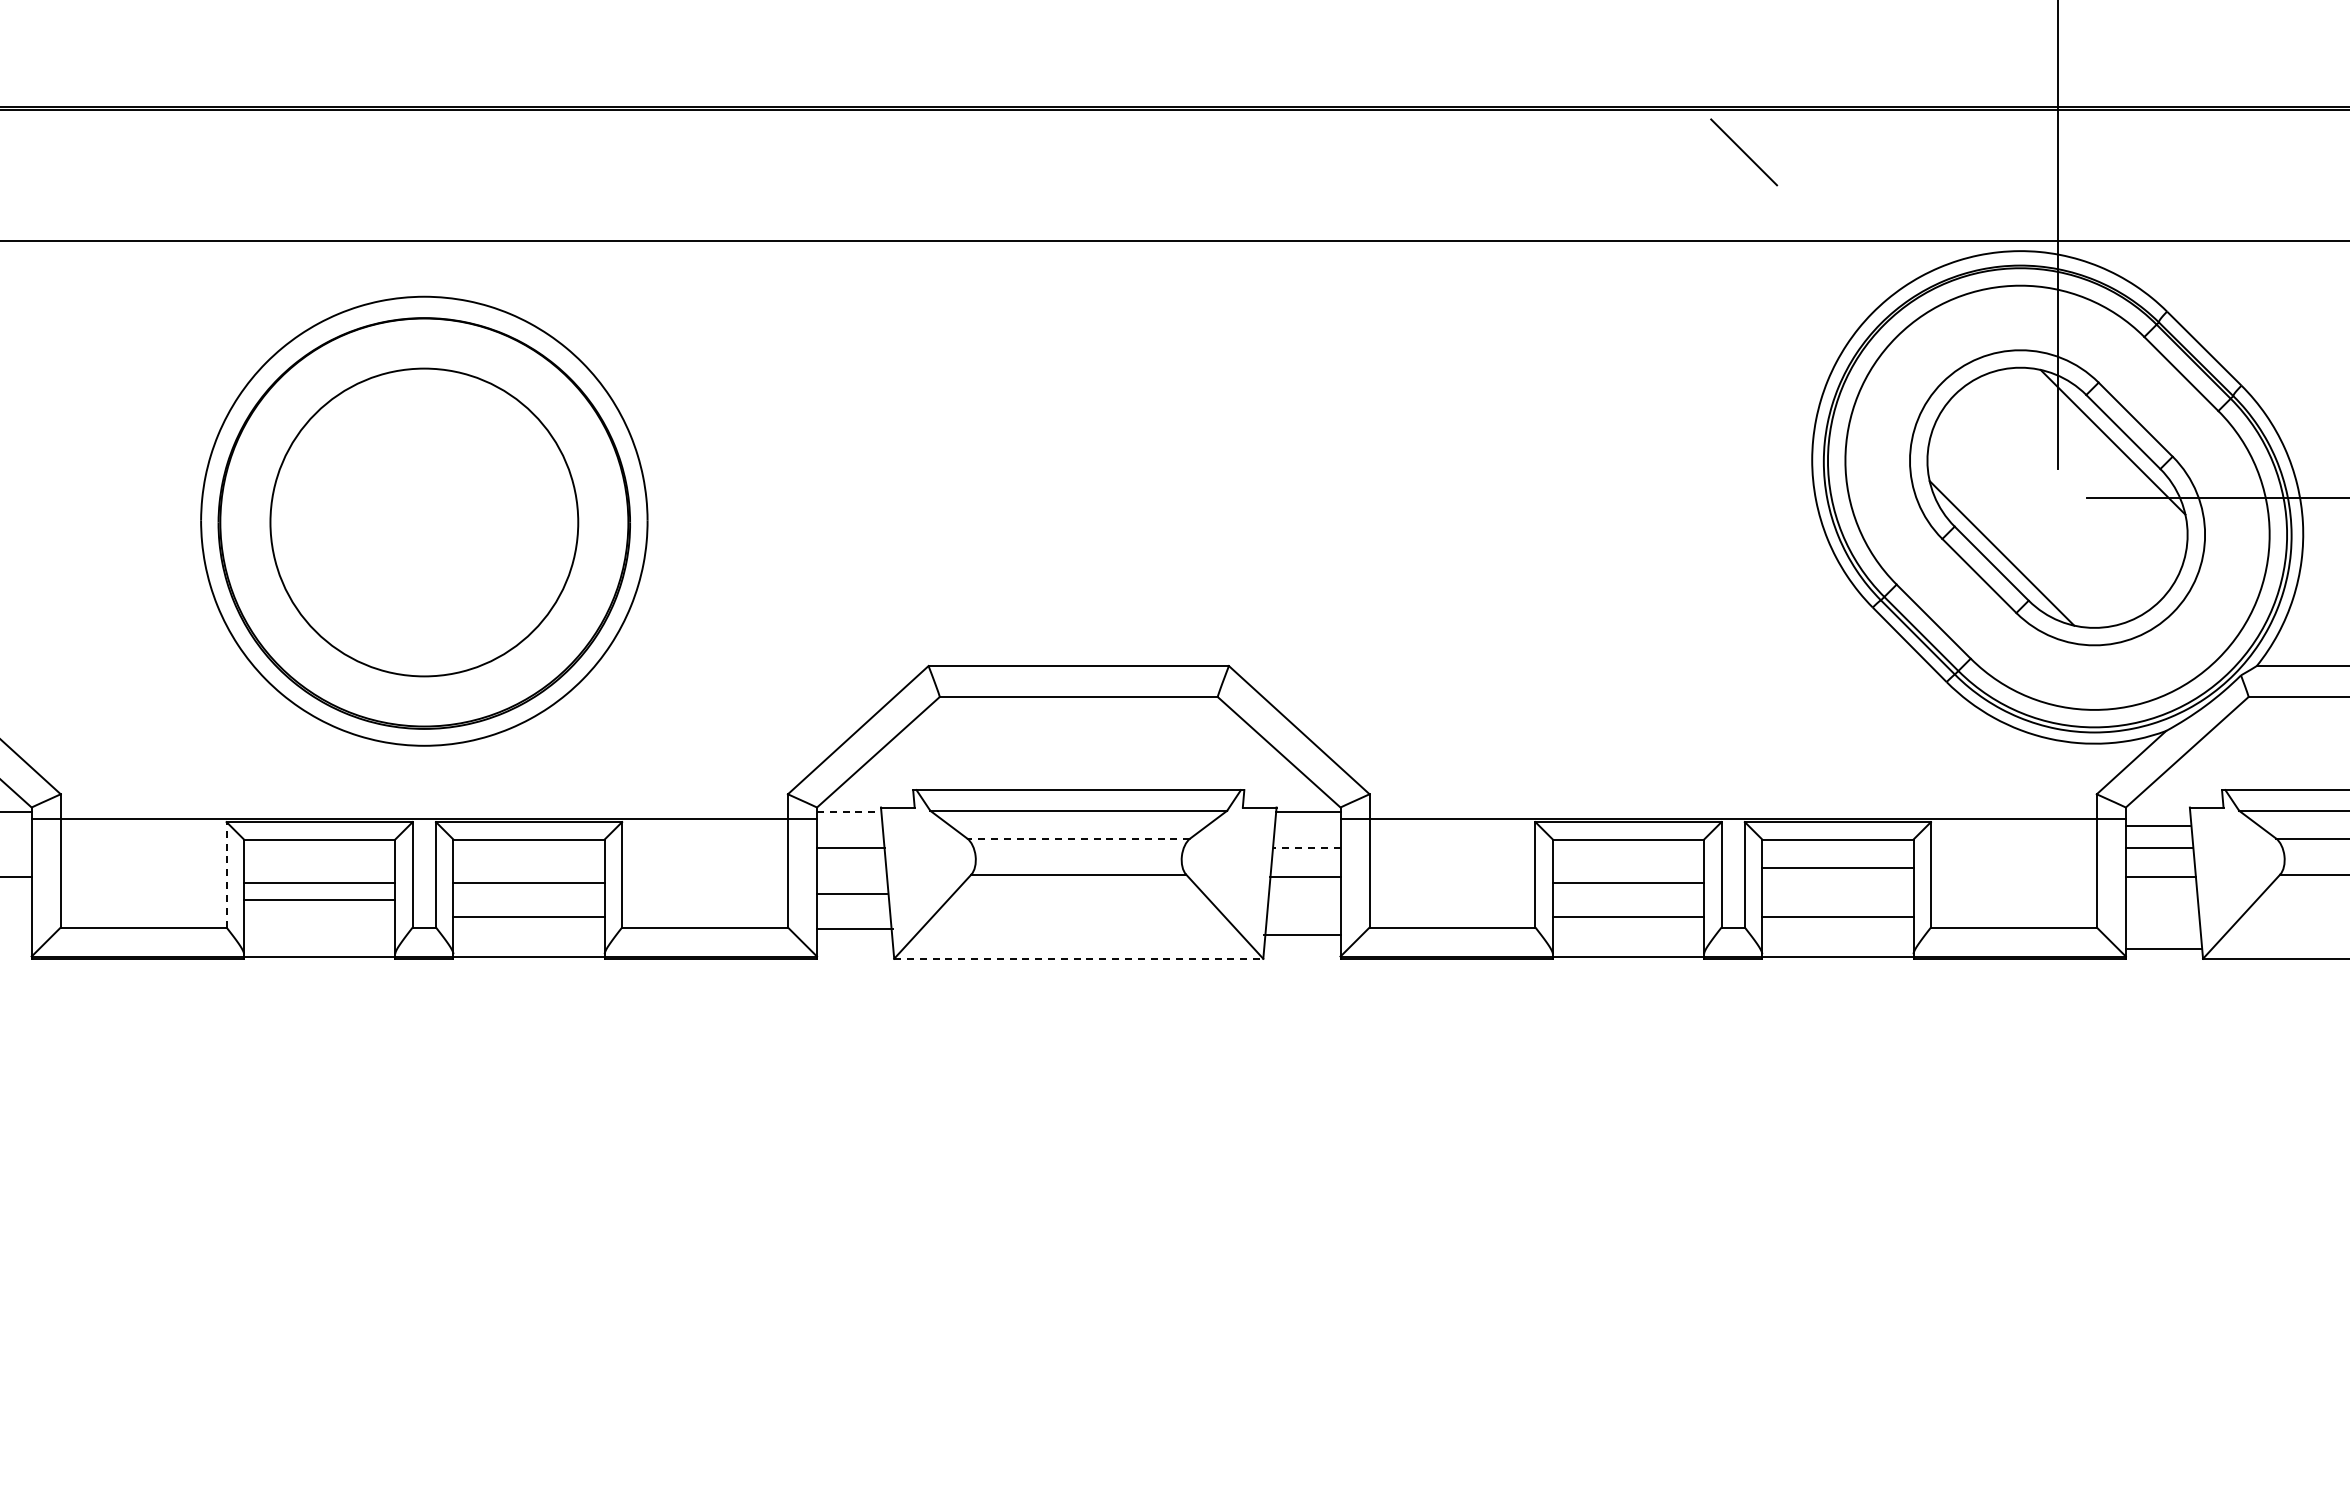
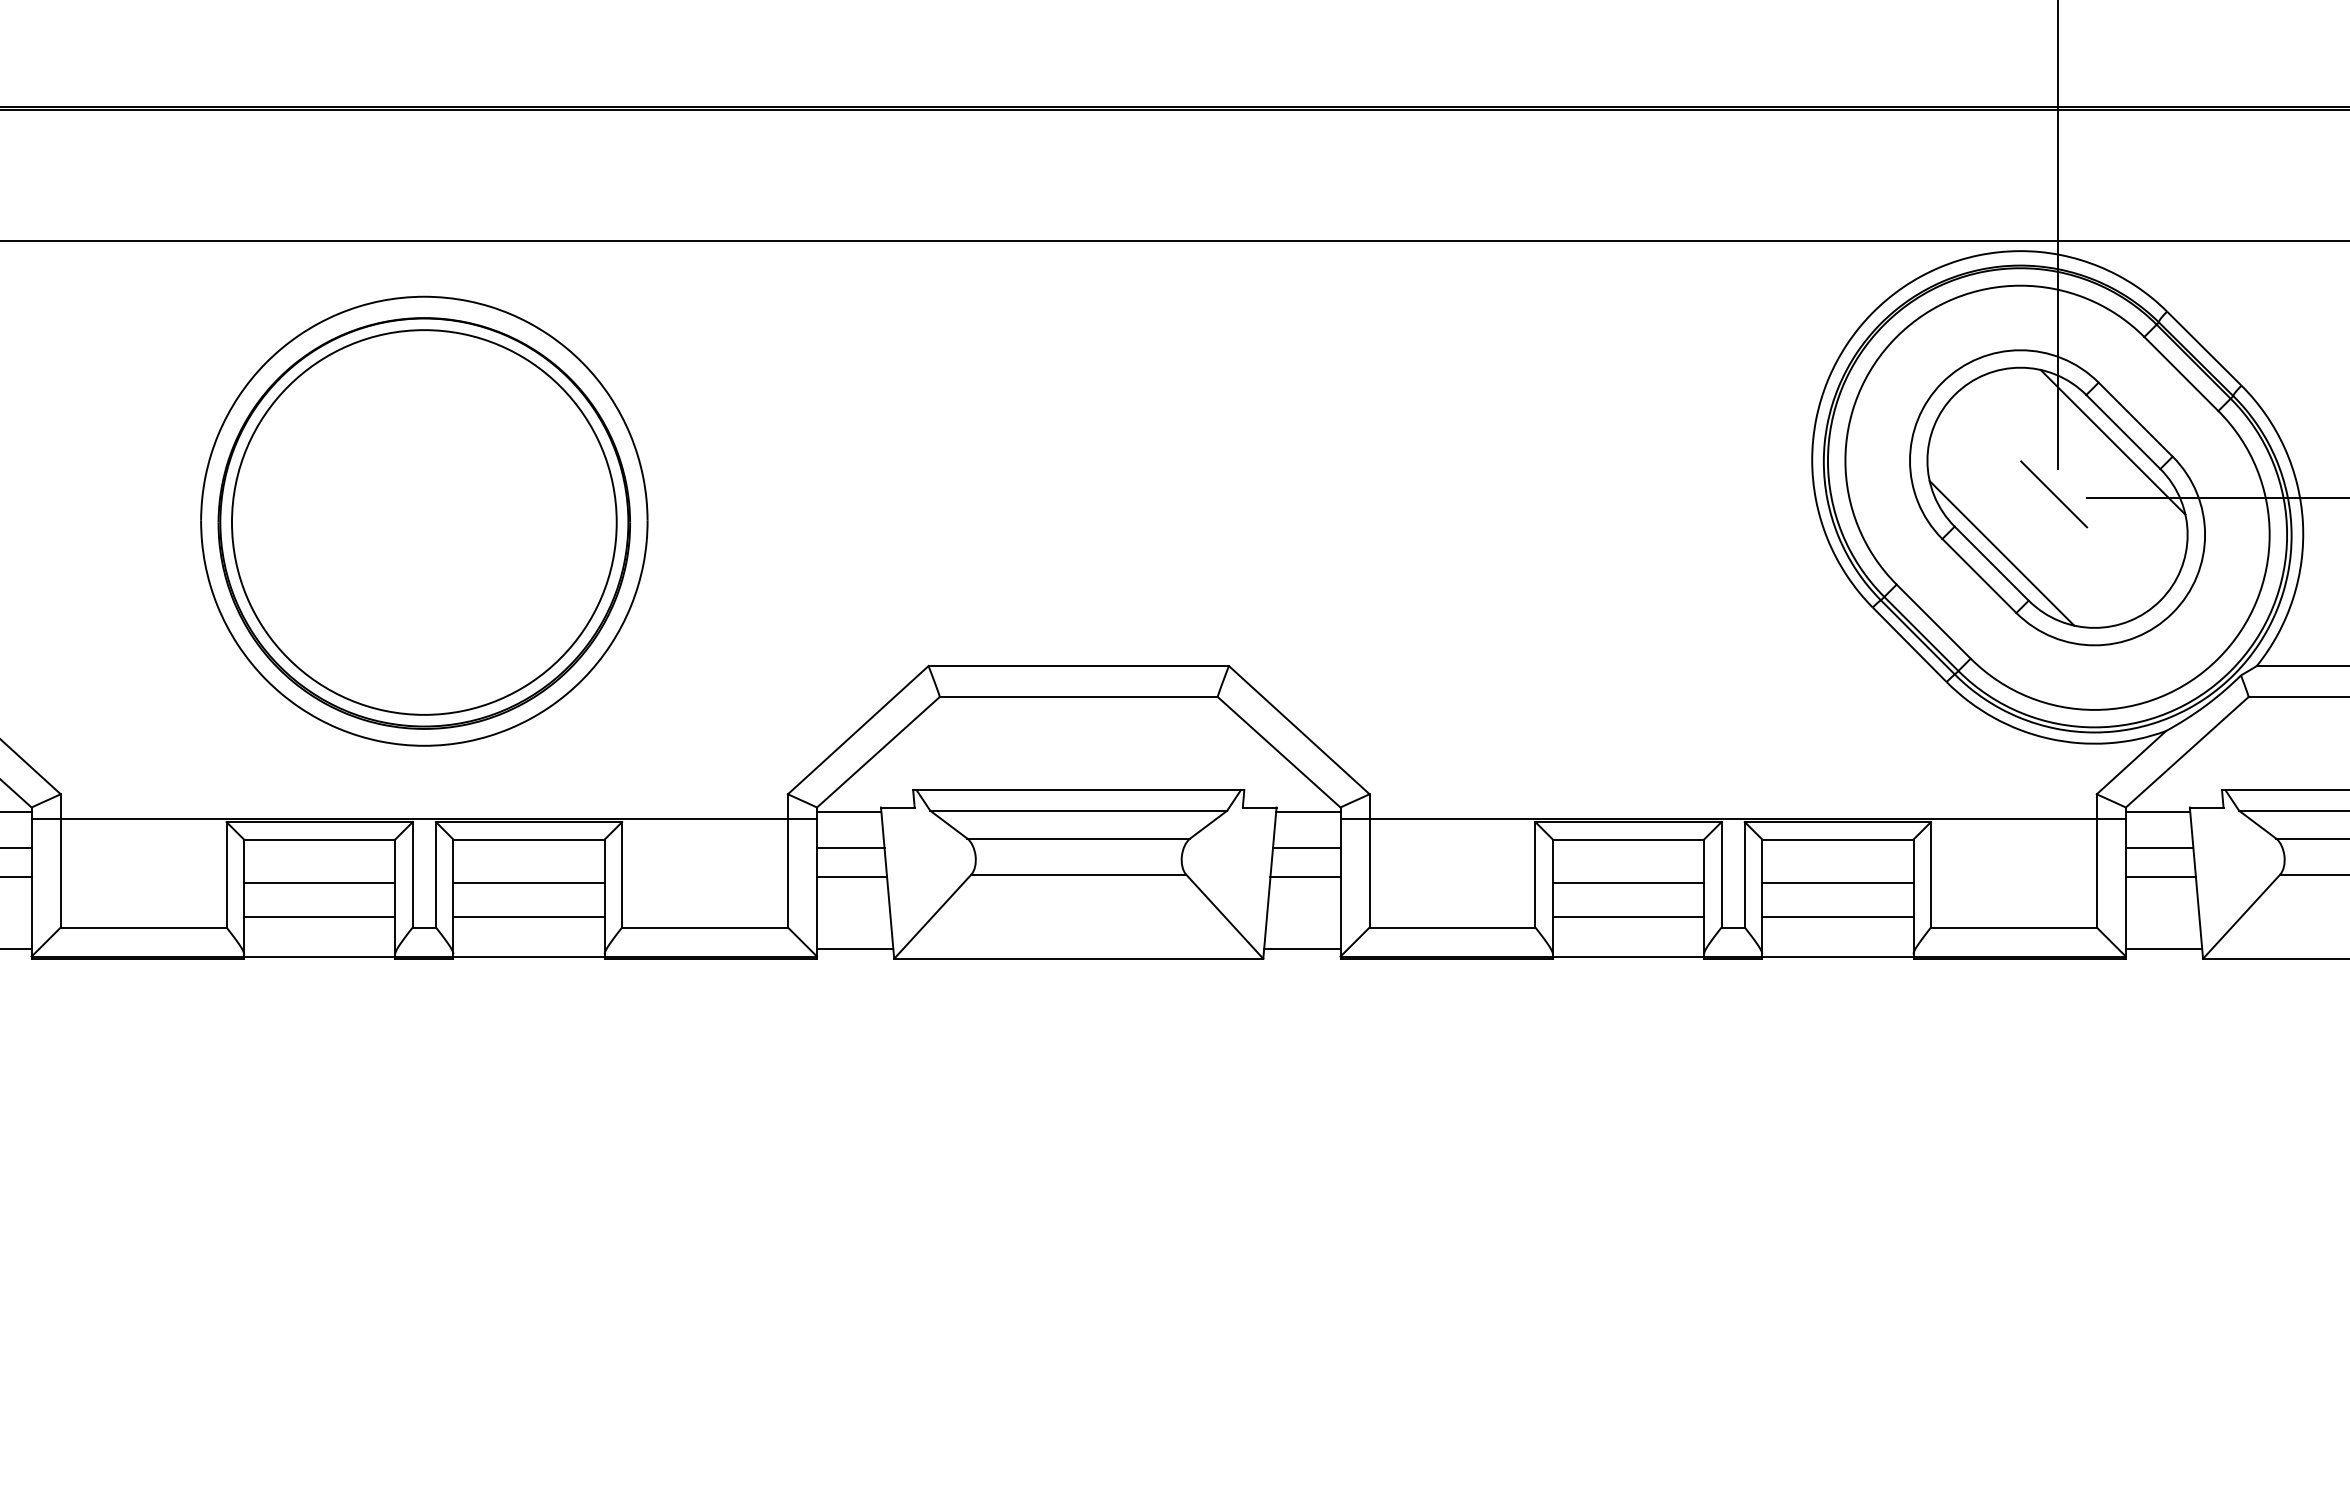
line at (1744, 152) position: (1744, 152) -> (2054, 494)
circle at (424, 522) diameter: 308 px -> 385 px
line at (849, 811): dashed -> solid
line at (2157, 825) position: (2157, 825) -> (2157, 811)
line at (1078, 838): dashed -> solid
line at (16, 848): none -> present
line at (1306, 848): dashed -> solid
line at (1837, 868) position: (1837, 868) -> (1837, 883)
line at (226, 874): dashed -> solid
line at (852, 894) position: (852, 894) -> (852, 877)
line at (319, 899) position: (319, 899) -> (319, 916)
line at (855, 929) position: (855, 929) -> (855, 949)
line at (1302, 935) position: (1302, 935) -> (1302, 949)
line at (16, 949): none -> present
line at (1078, 958): dashed -> solid
